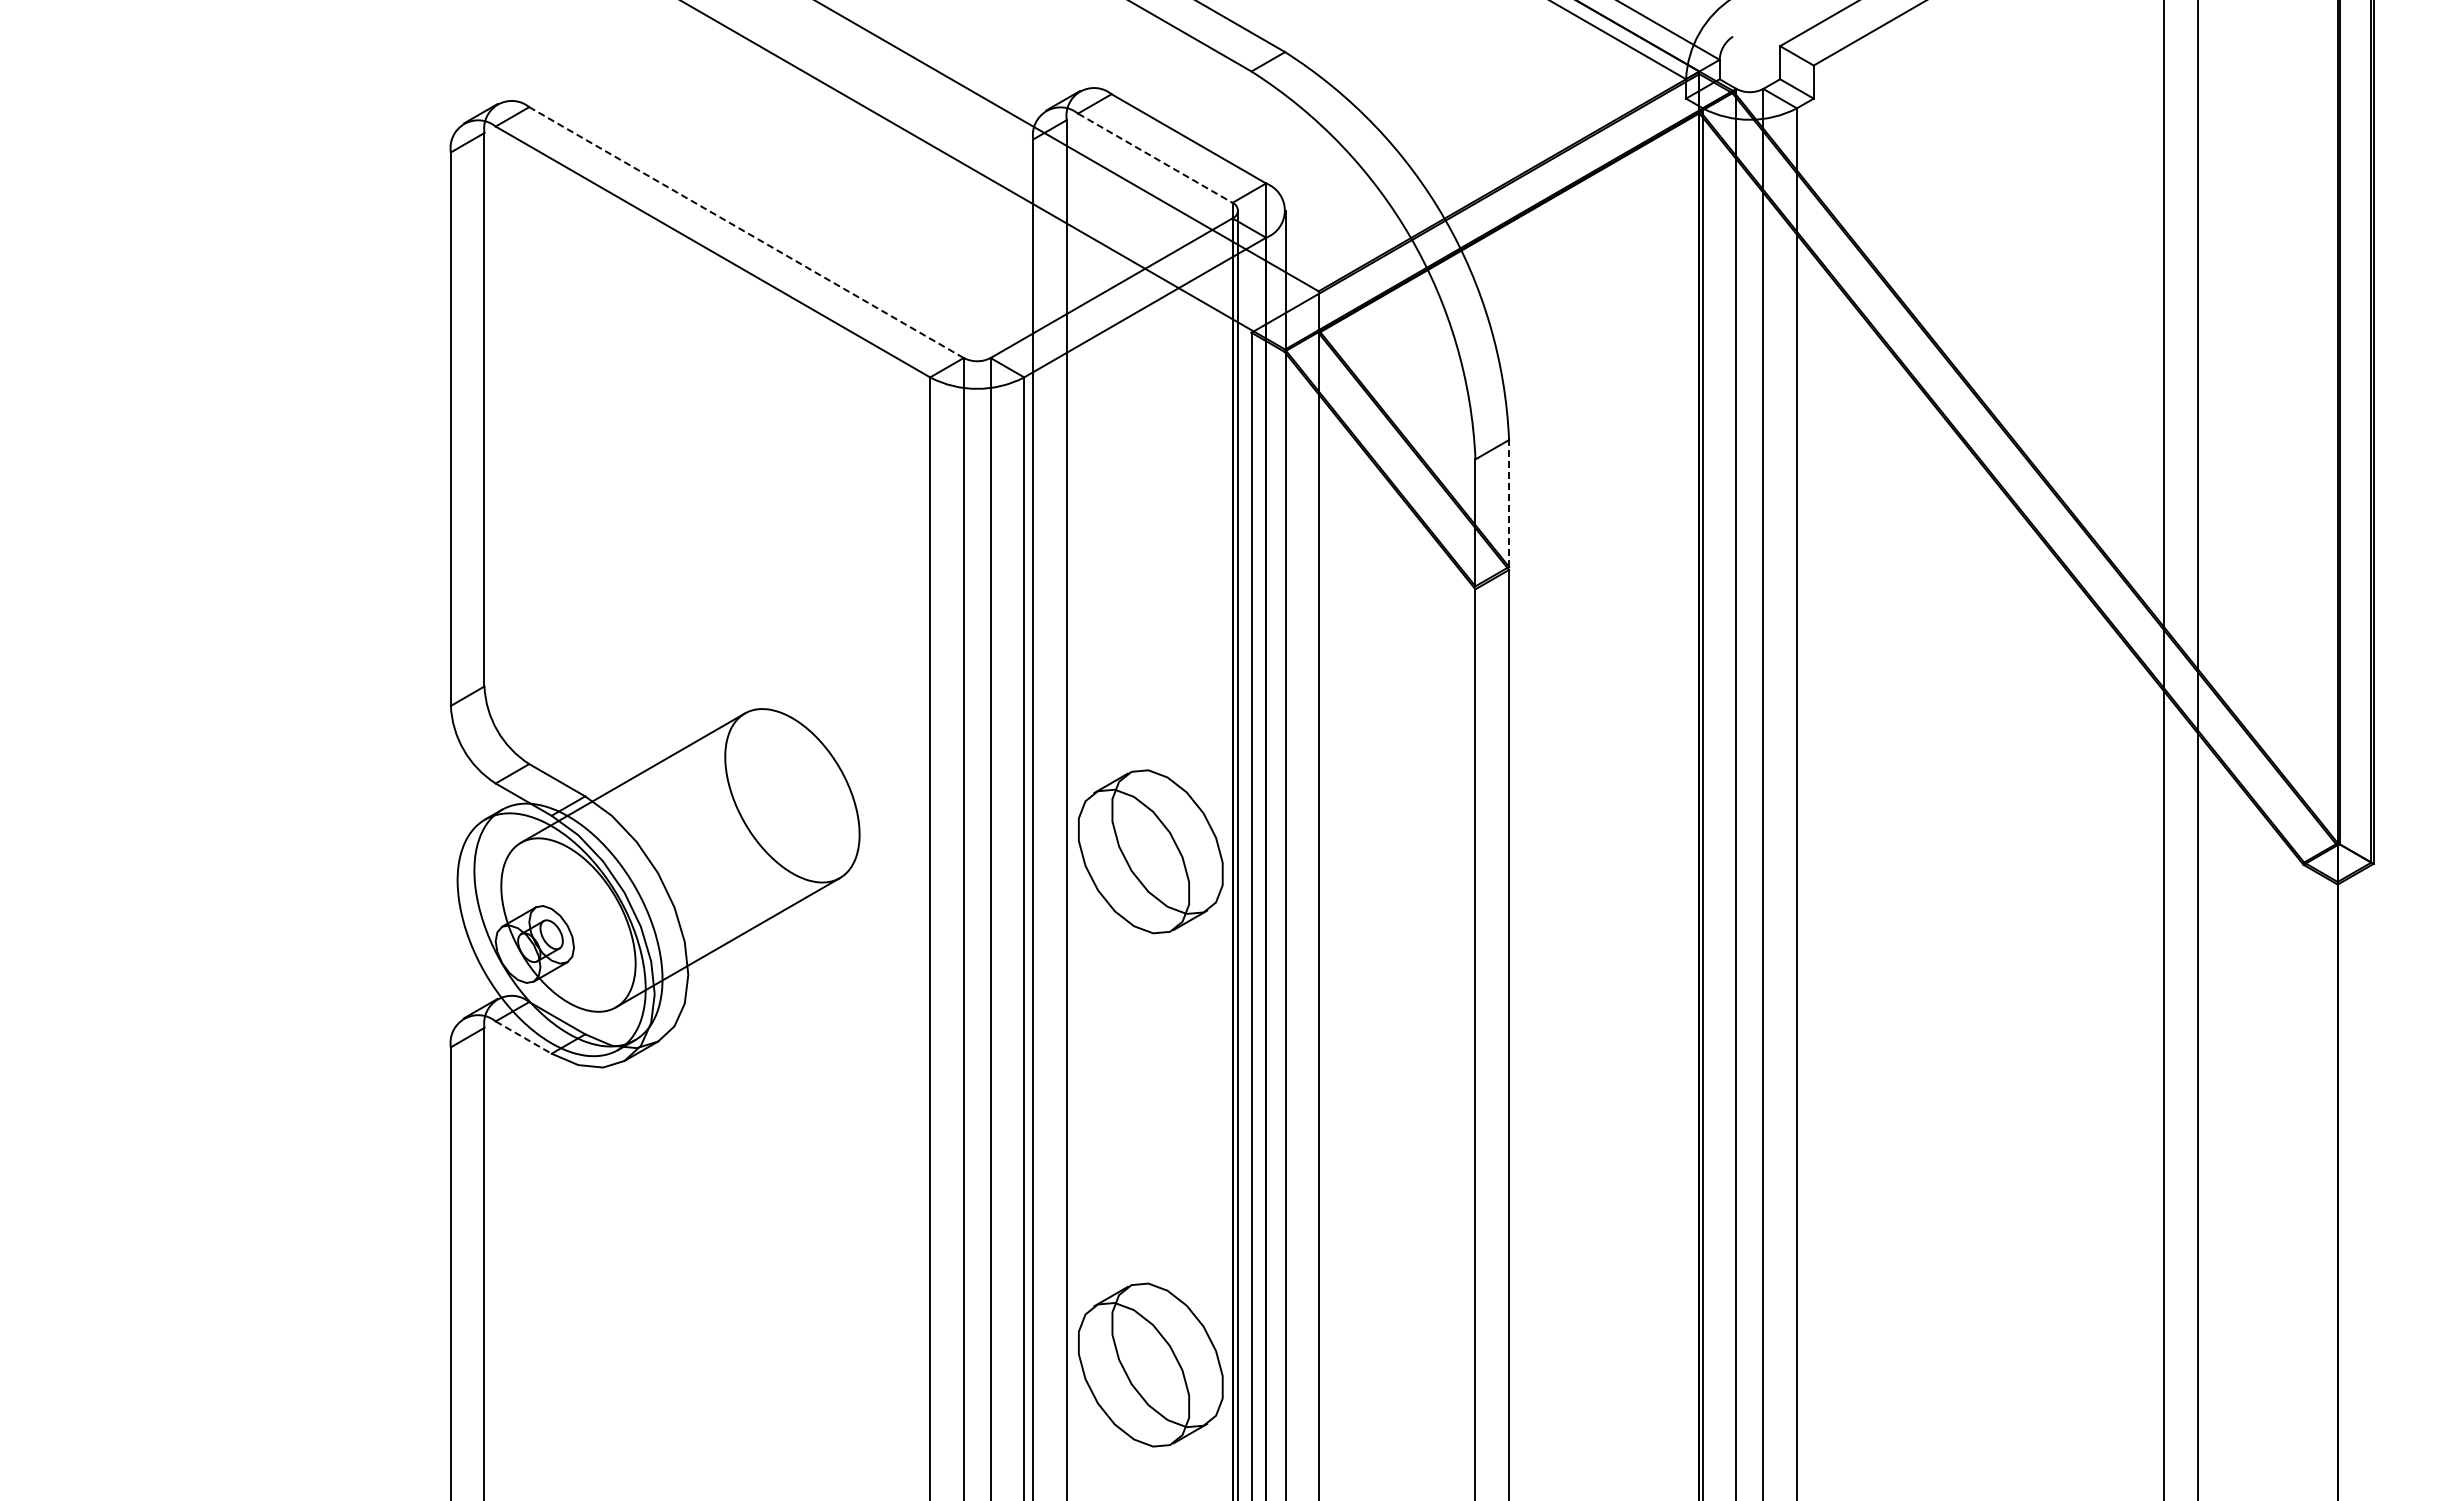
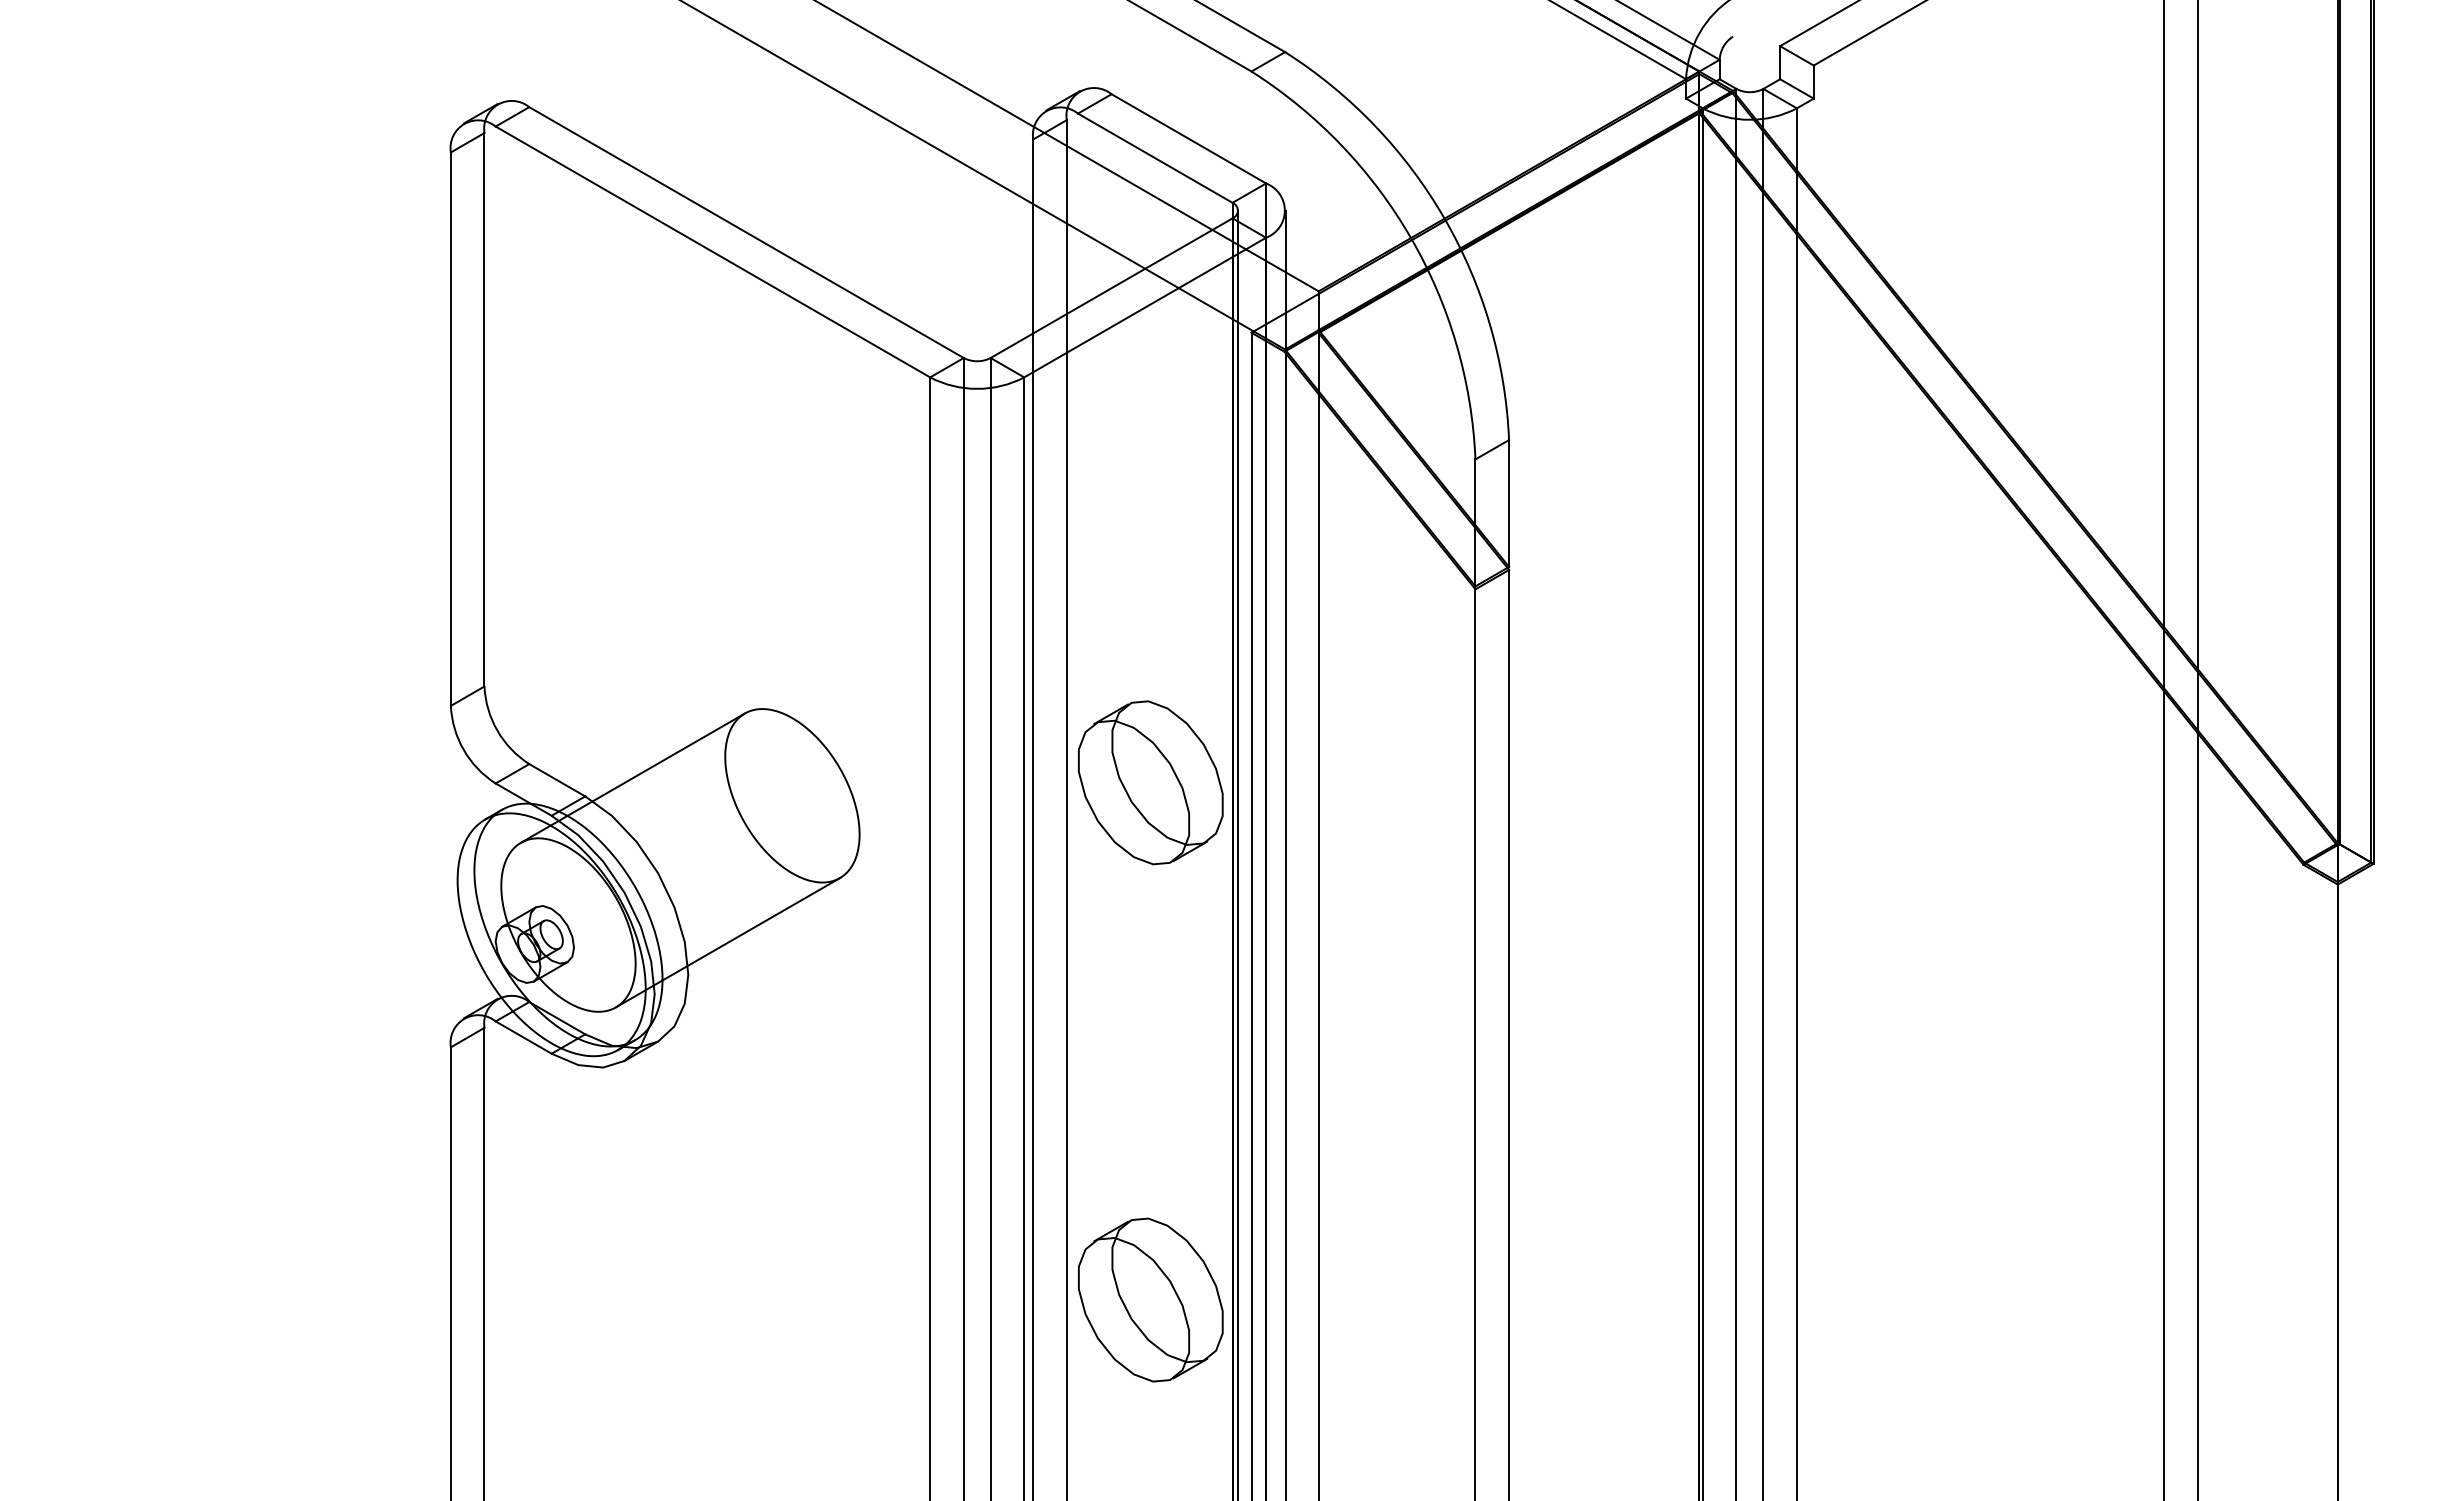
line at (1155, 158): dashed -> solid
line at (746, 232): dashed -> solid
line at (1509, 503): dashed -> solid
part at (1150, 851) position: (1150, 851) -> (1150, 782)
line at (524, 1037): dashed -> solid
part at (1150, 1364) position: (1150, 1364) -> (1150, 1299)
